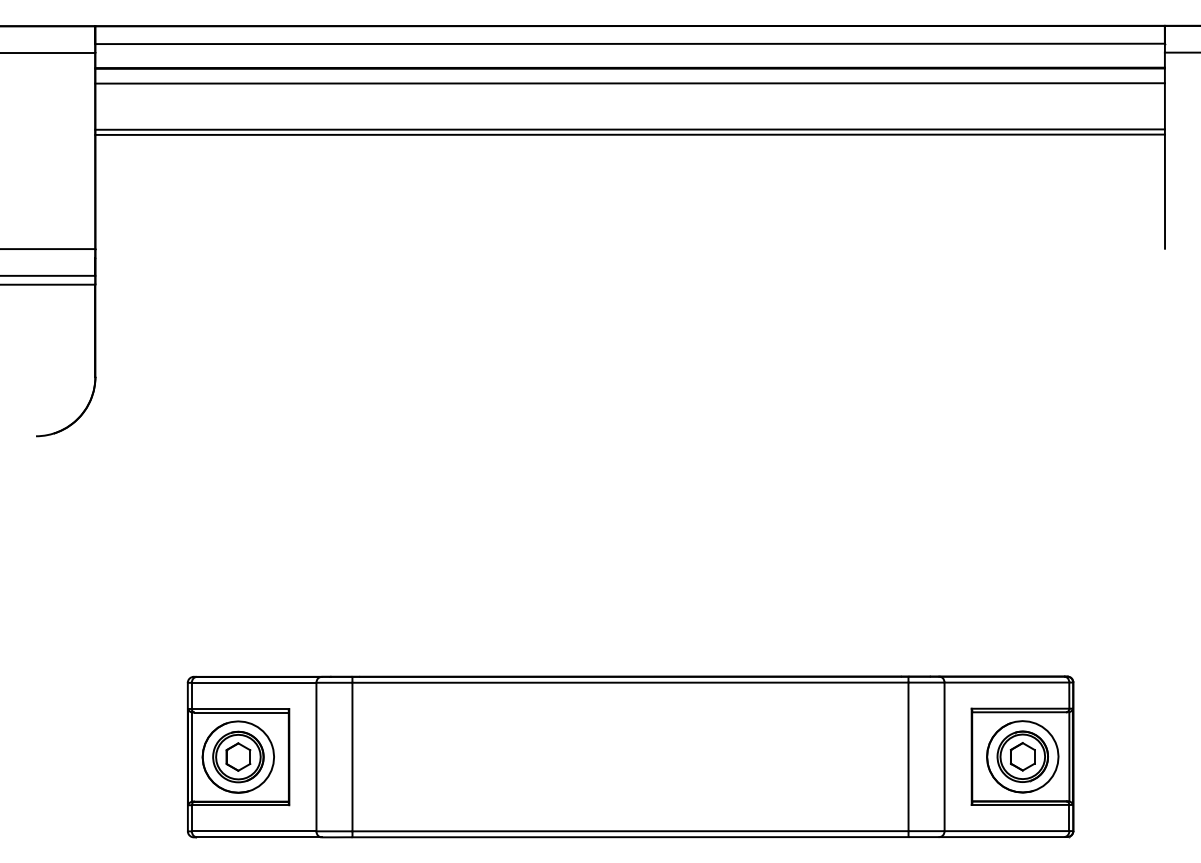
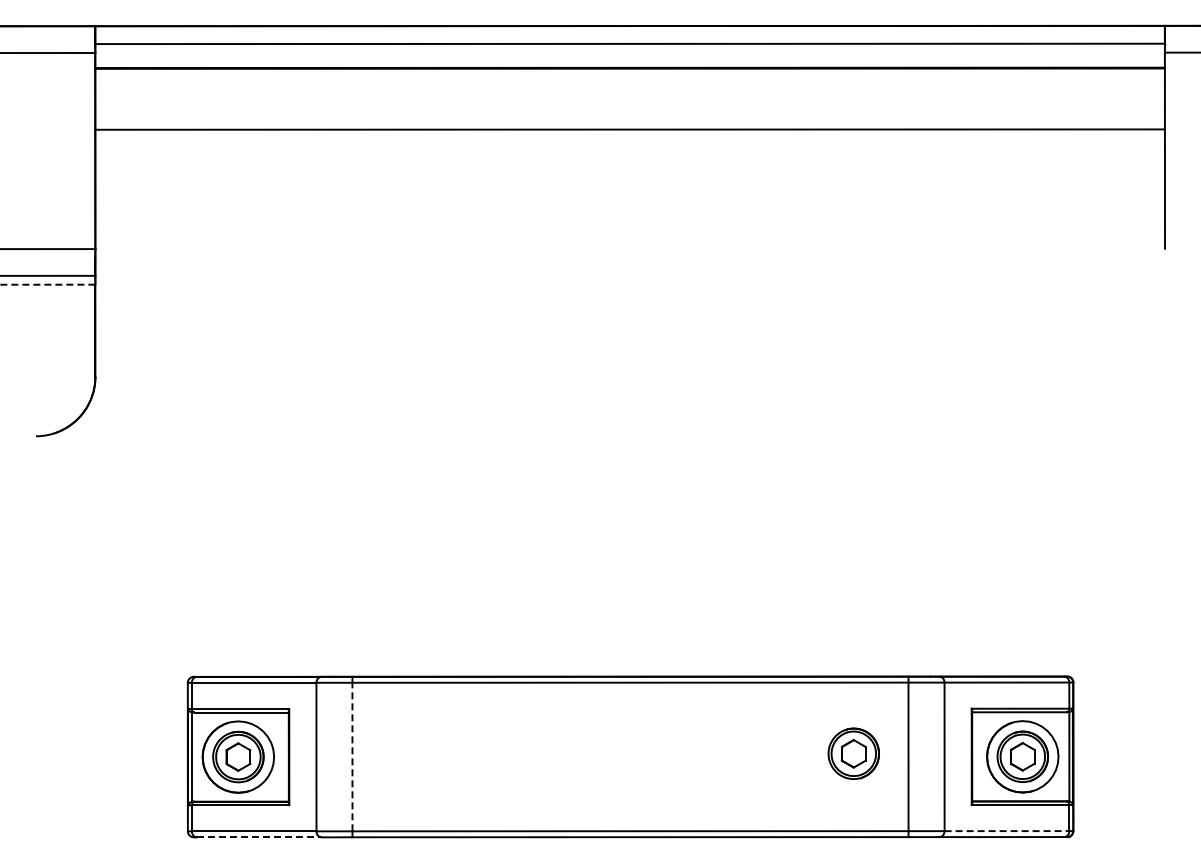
line at (629, 83): present -> none
line at (629, 134): present -> none
line at (47, 284): solid -> dashed
part at (853, 753): none -> present
line at (352, 756): solid -> dashed
line at (1007, 831): solid -> dashed
line at (259, 837): solid -> dashed
